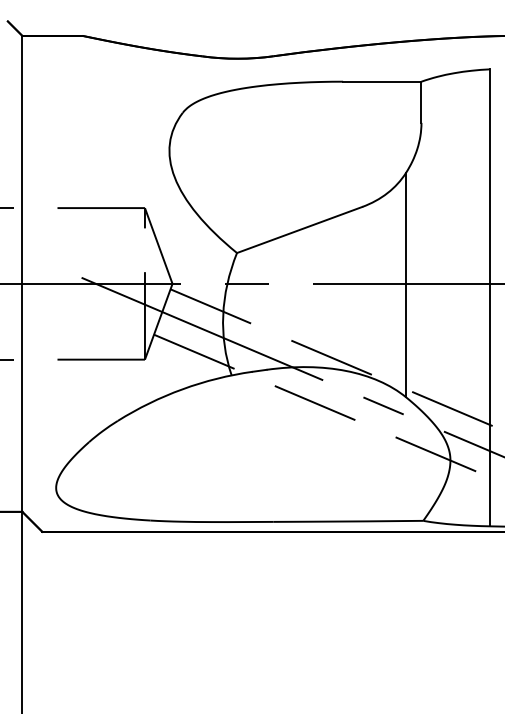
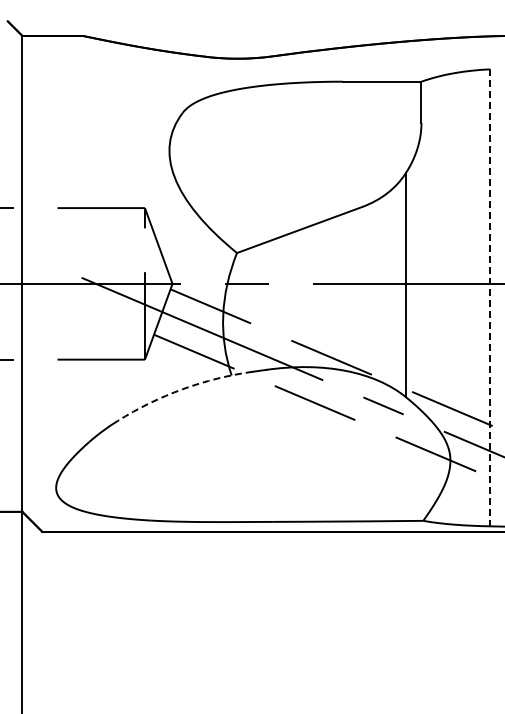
line at (489, 298): solid -> dashed
arc at (182, 389): solid -> dashed
